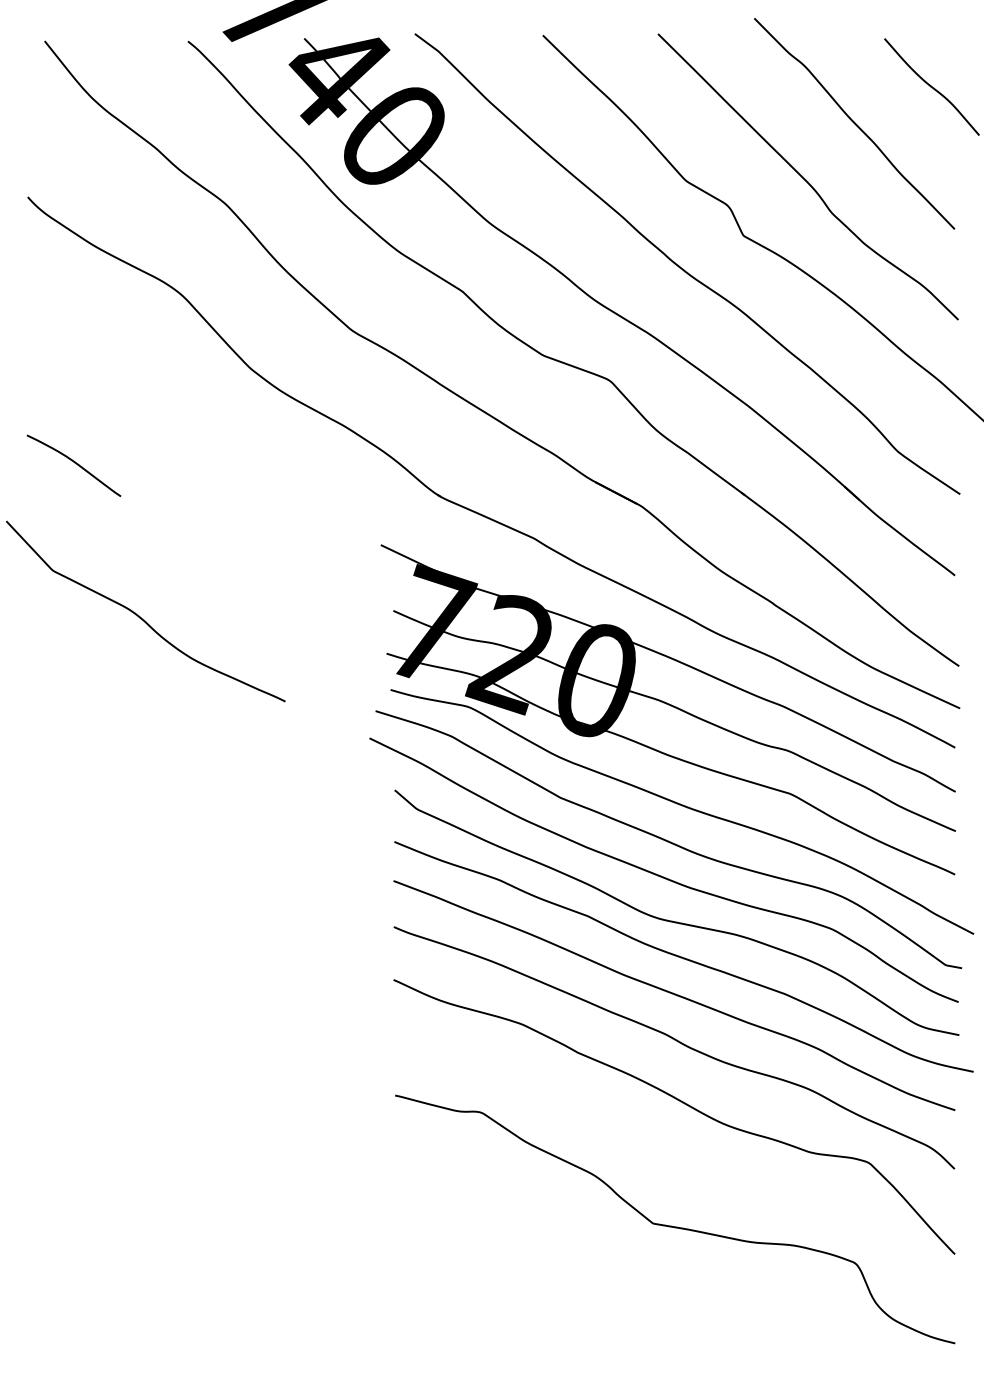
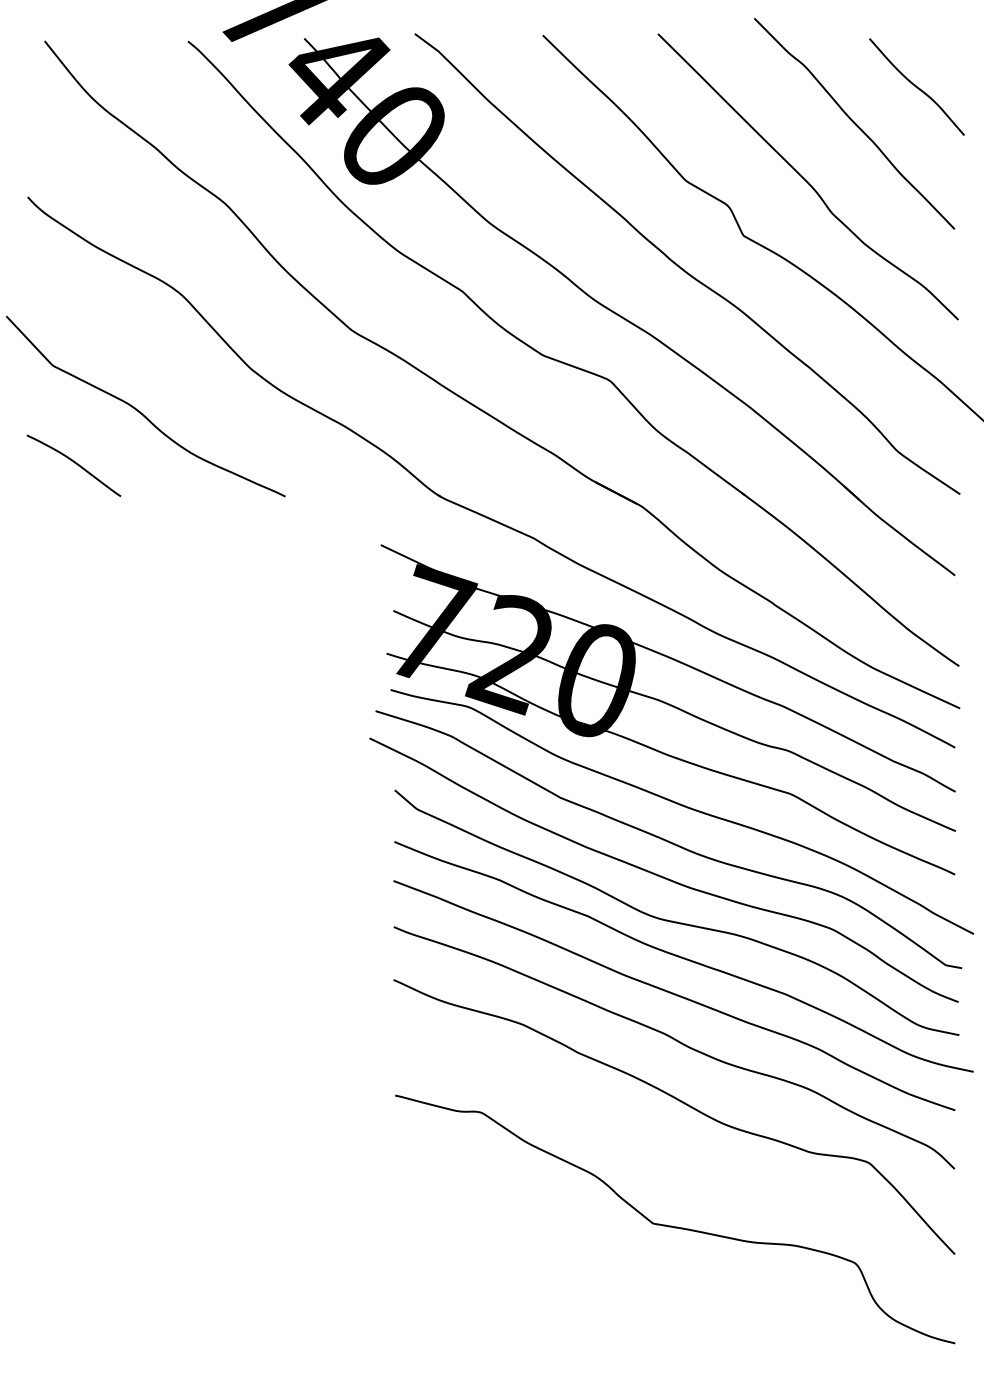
curve at (931, 86) position: (931, 86) -> (916, 86)
curve at (140, 616) position: (140, 616) -> (140, 411)
